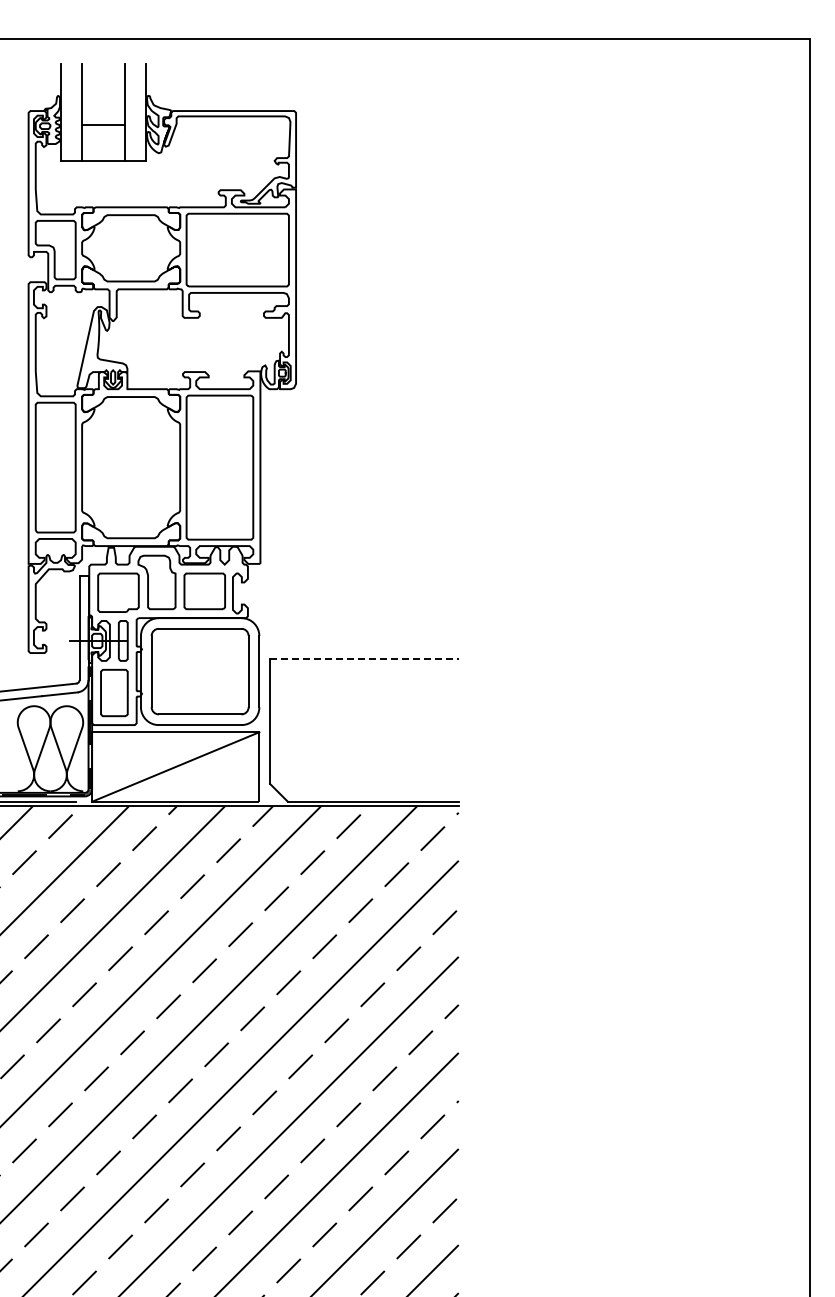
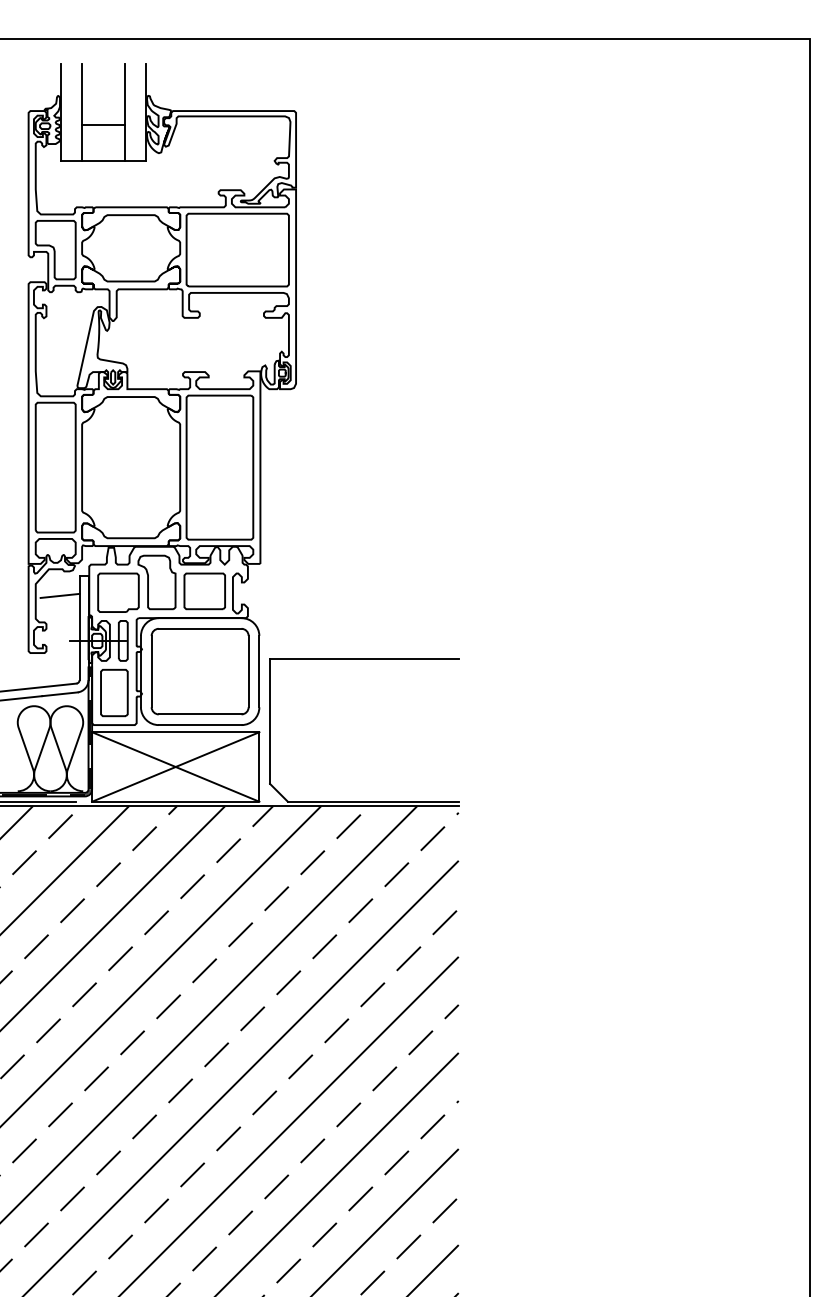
line at (59, 595): none -> present
line at (364, 659): dashed -> solid
line at (175, 766): none -> present
